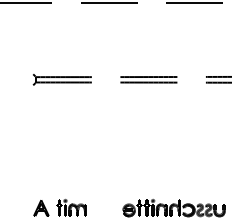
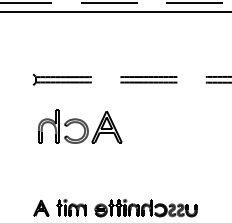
line at (115, 12): none -> present
part at (80, 126): none -> present
part at (173, 208) position: (173, 208) -> (145, 208)
